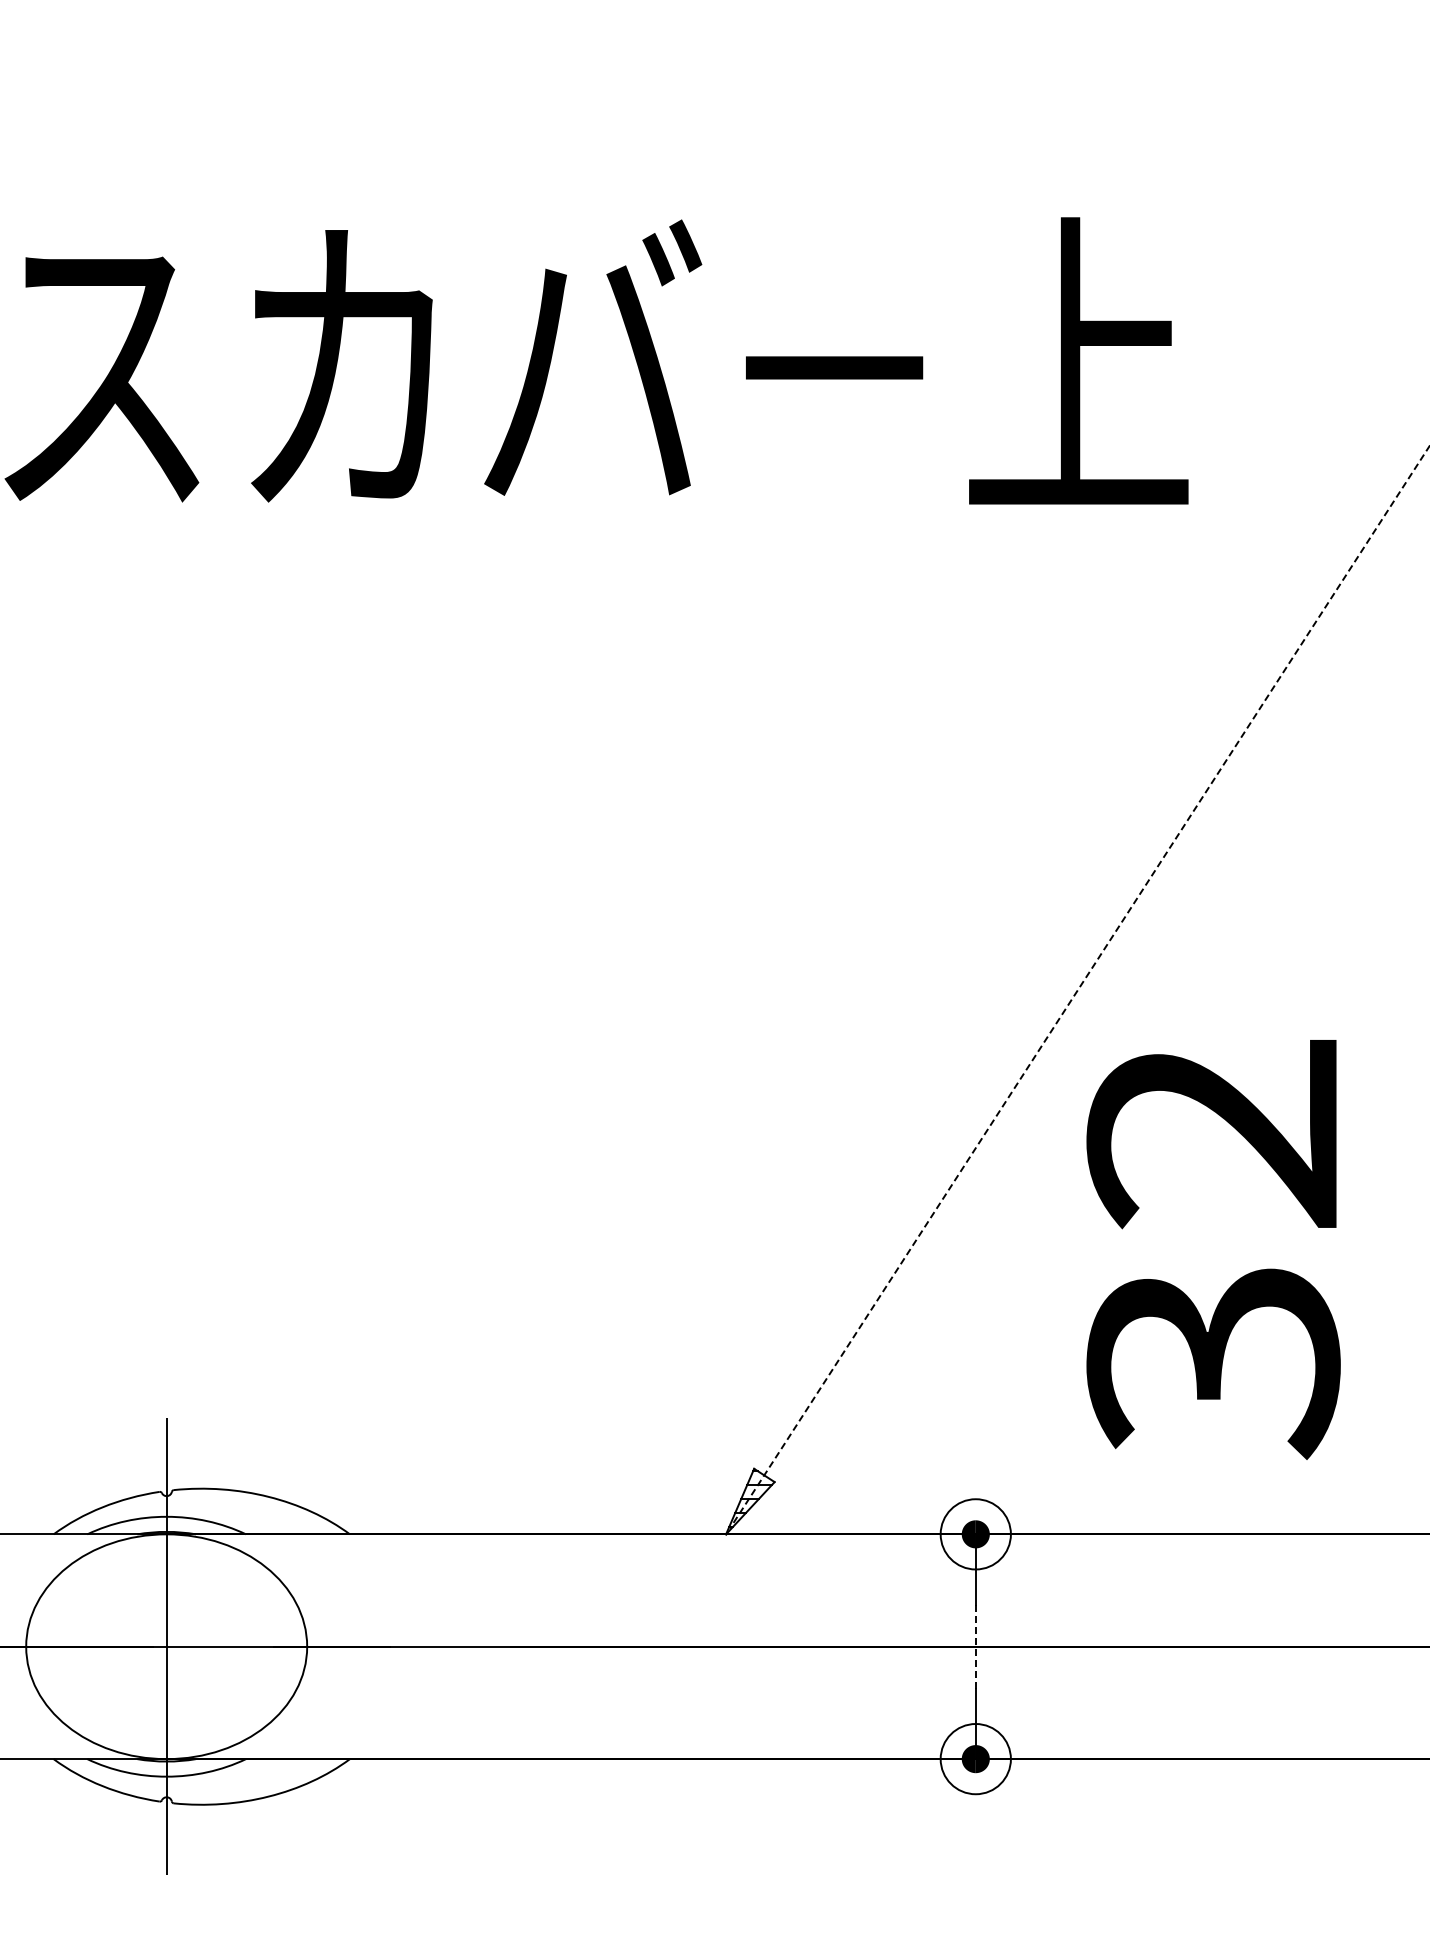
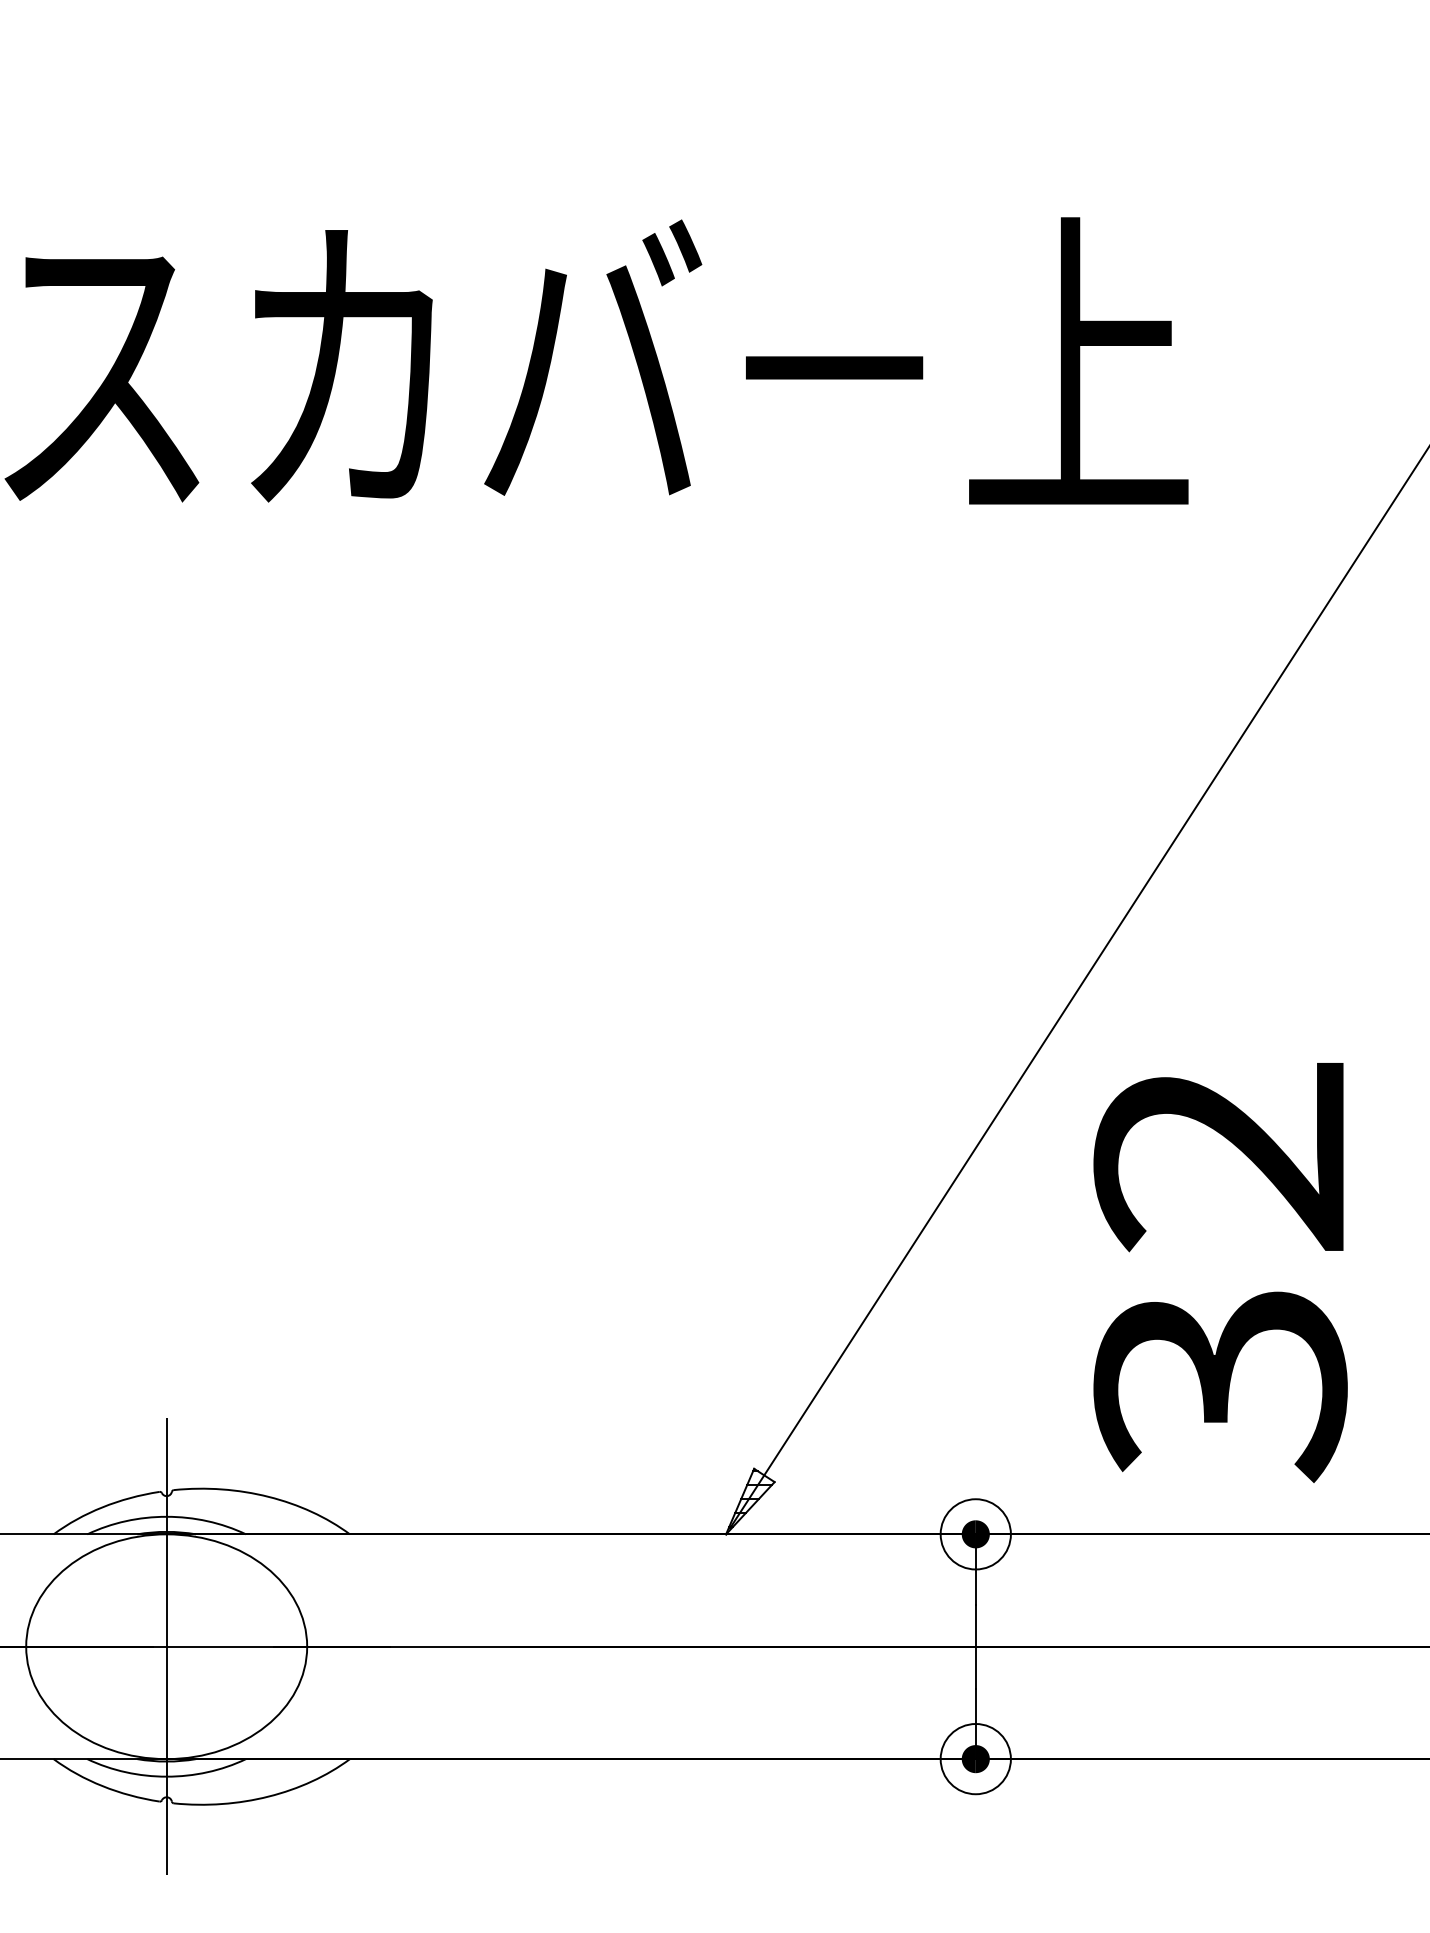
line at (1079, 987): dashed -> solid
text at (1213, 1249) position: (1213, 1249) -> (1220, 1272)
line at (975, 1647): dashed -> solid
